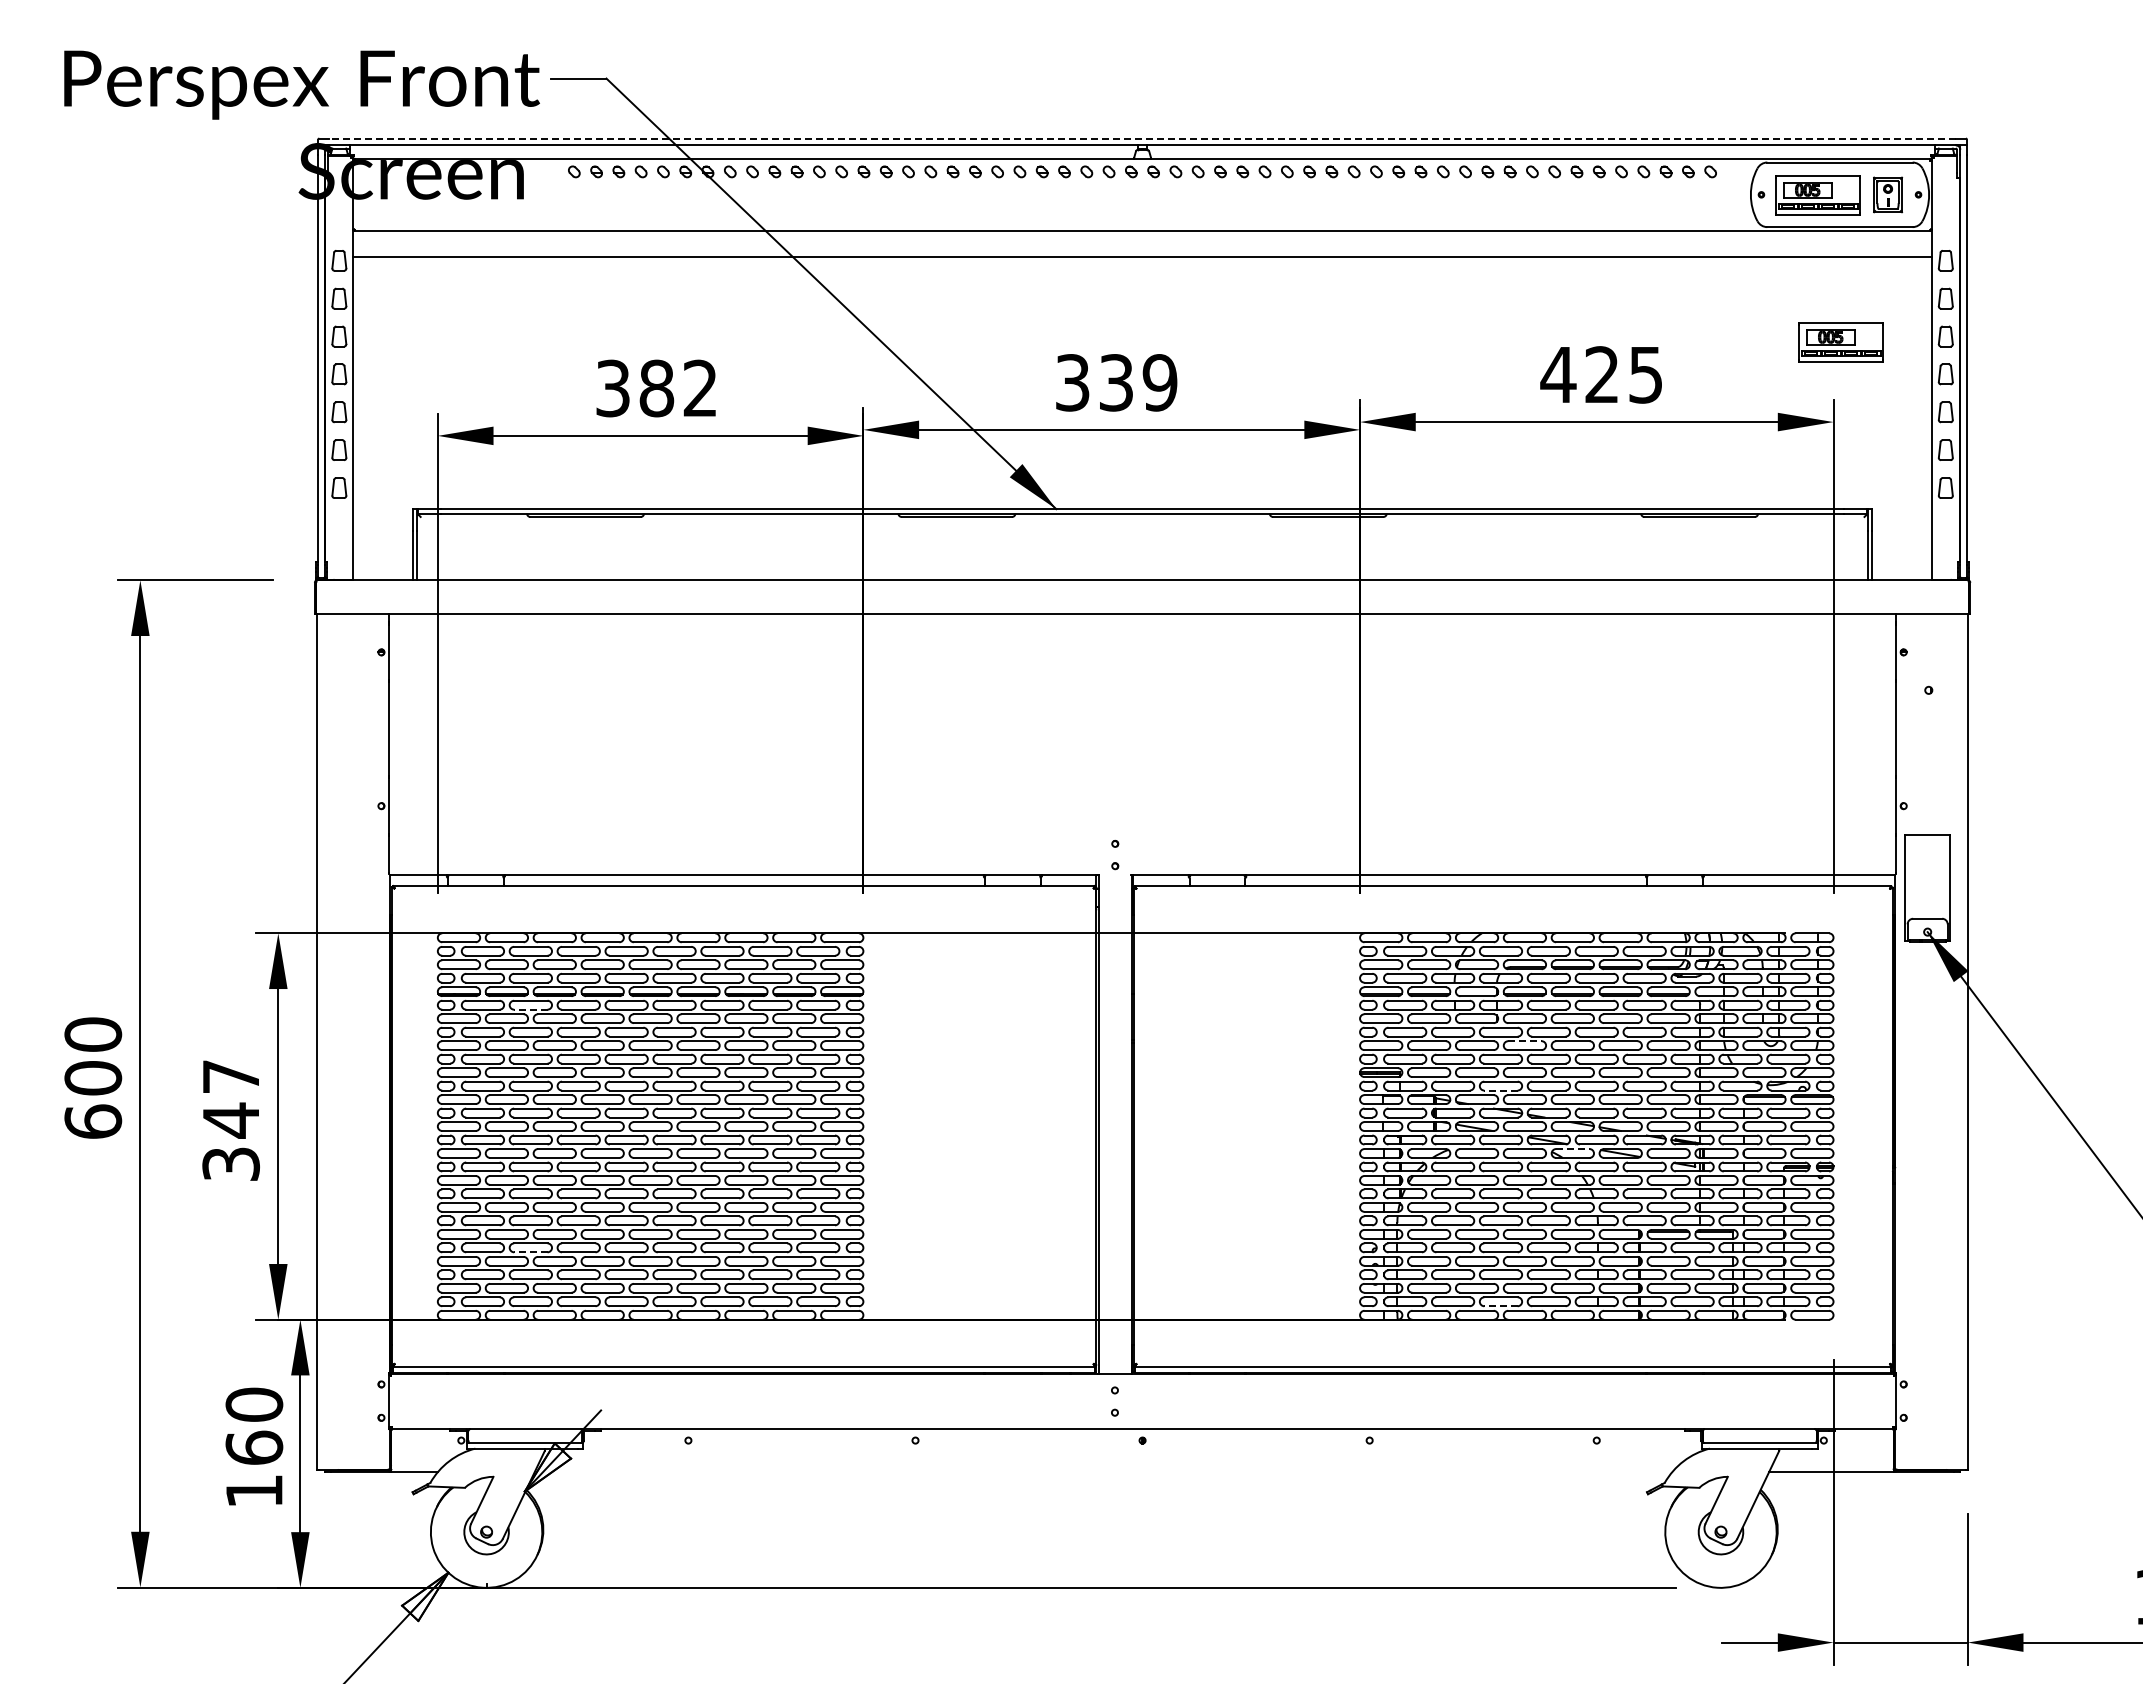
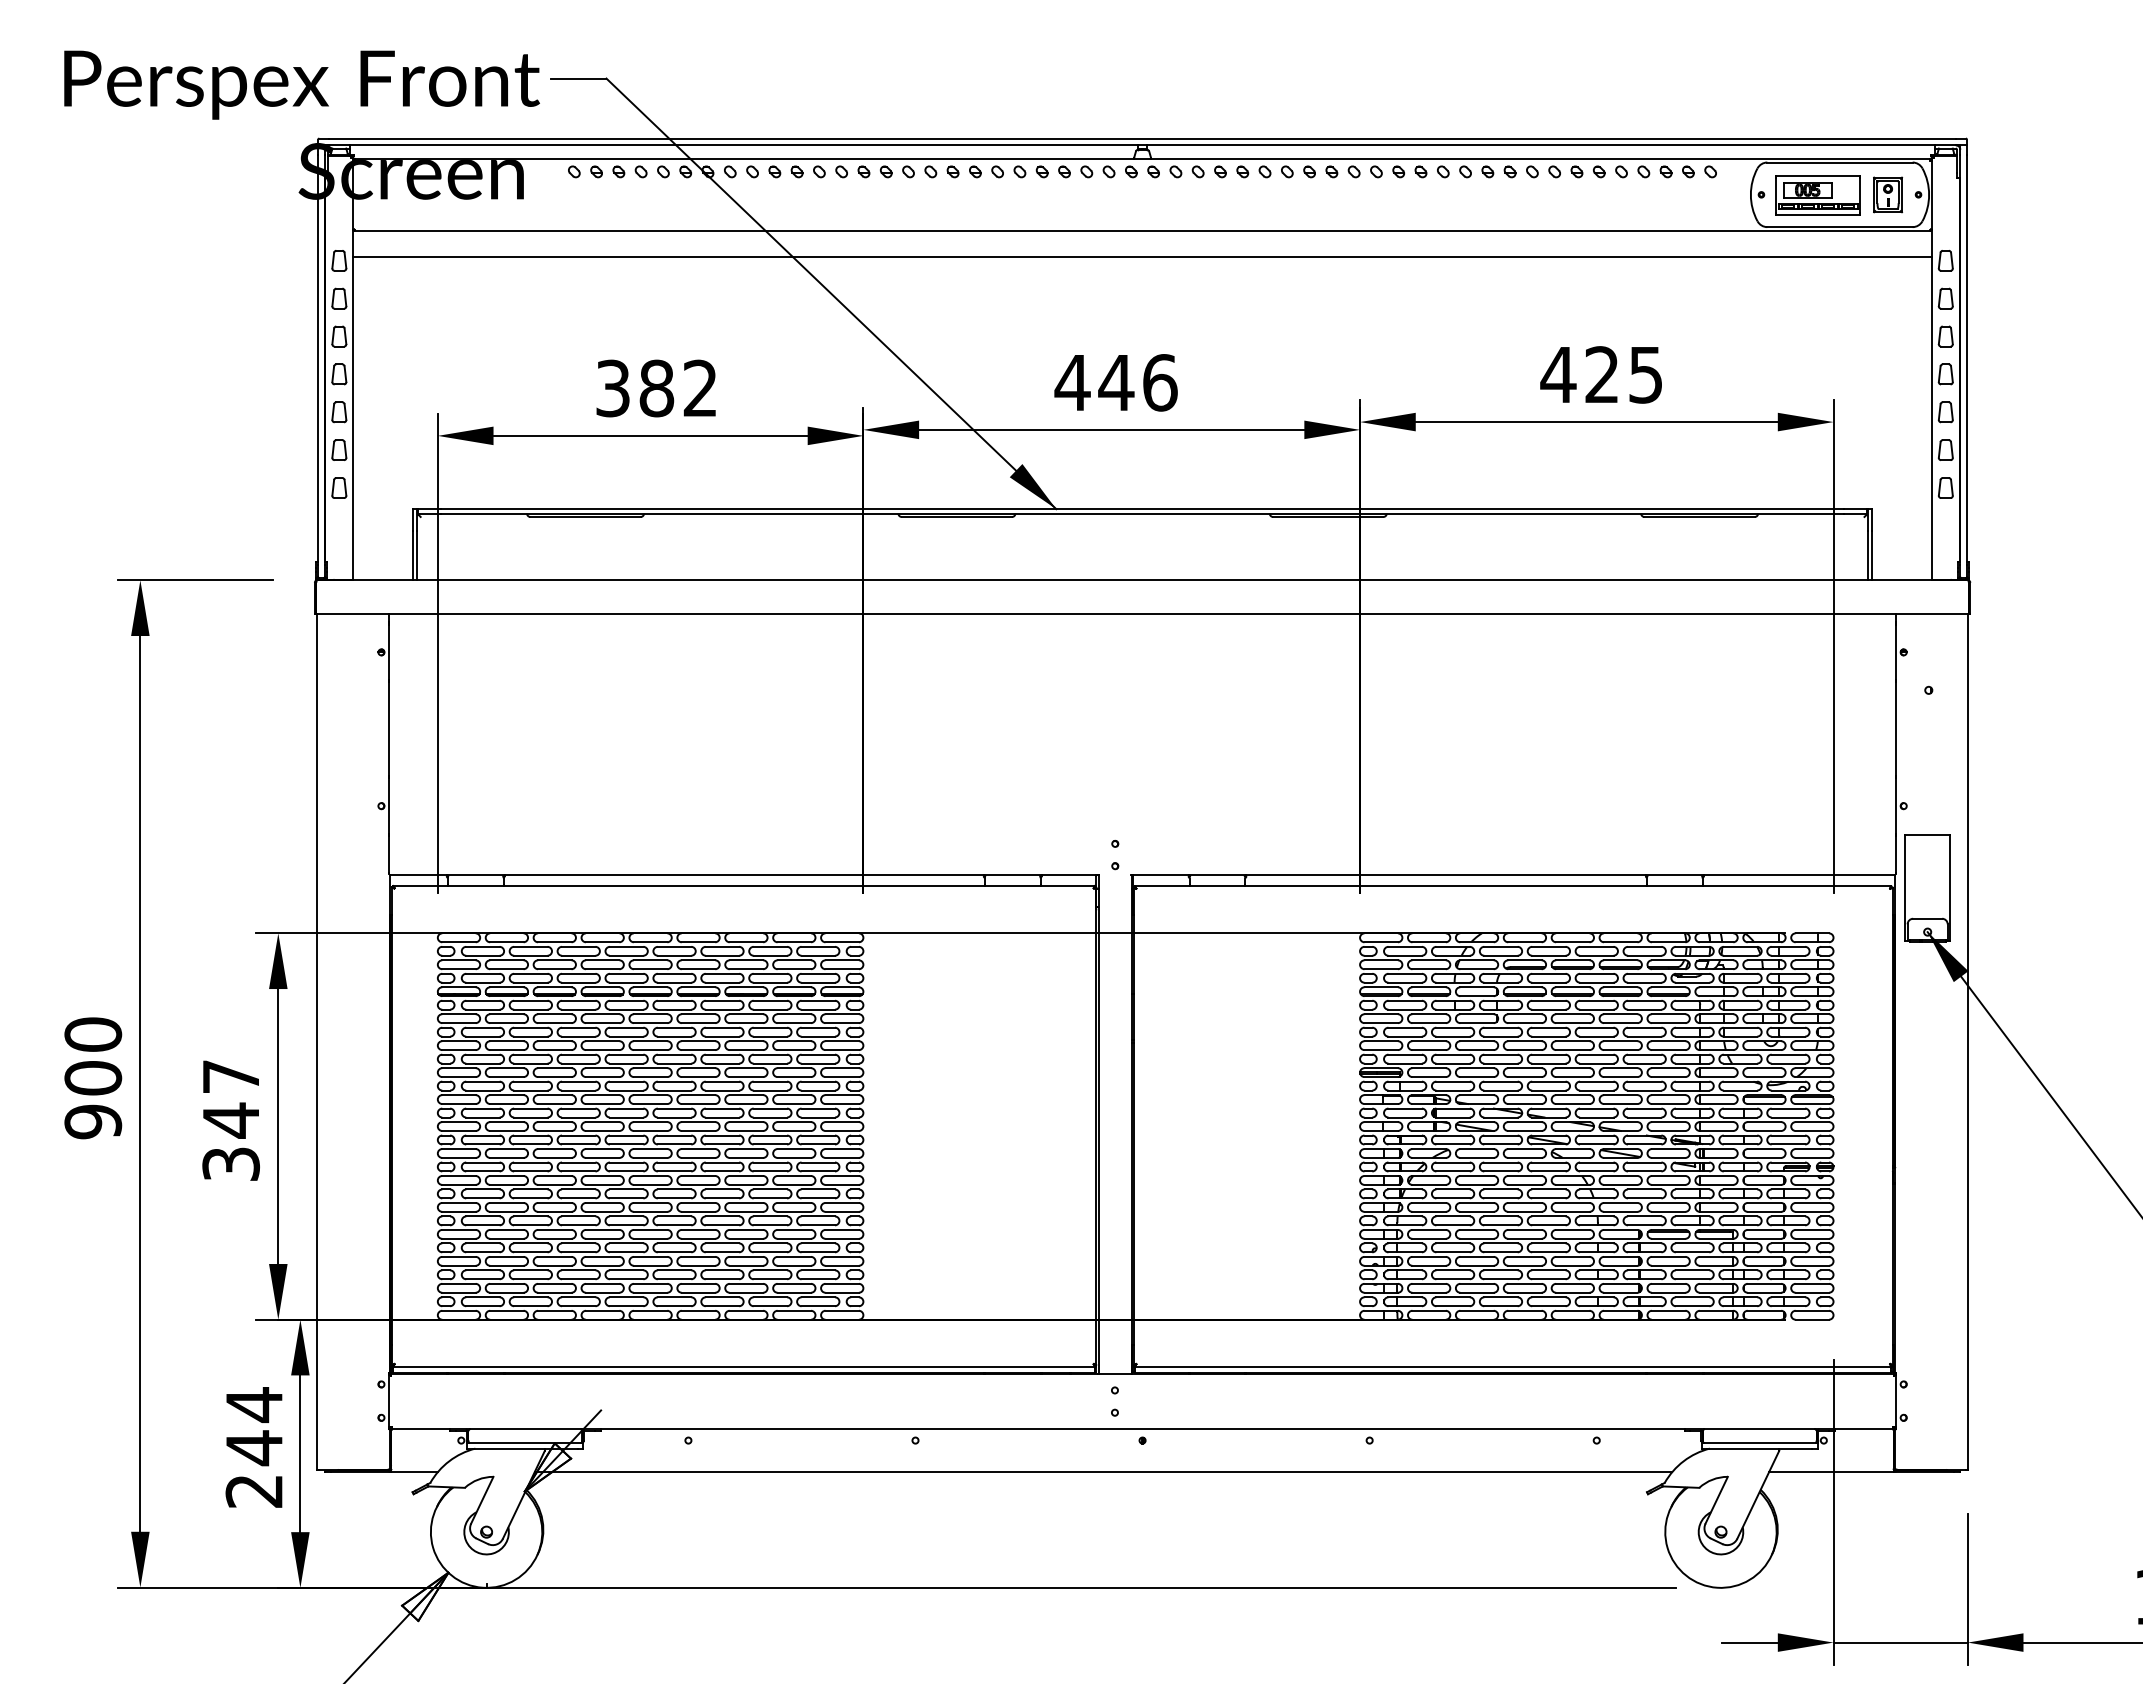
line at (1142, 138): dashed -> solid
part at (1840, 342): present -> none
text at (1115, 382): 339 -> 446
line at (530, 1009): dashed -> solid
line at (1524, 1041): dashed -> solid
line at (1500, 1090): dashed -> solid
text at (93, 1121): 600 -> 900
line at (1572, 1149): dashed -> solid
line at (530, 1252): dashed -> solid
line at (1500, 1306): dashed -> solid
text at (254, 1447): 160 -> 244
line at (1103, 1472): none -> present
